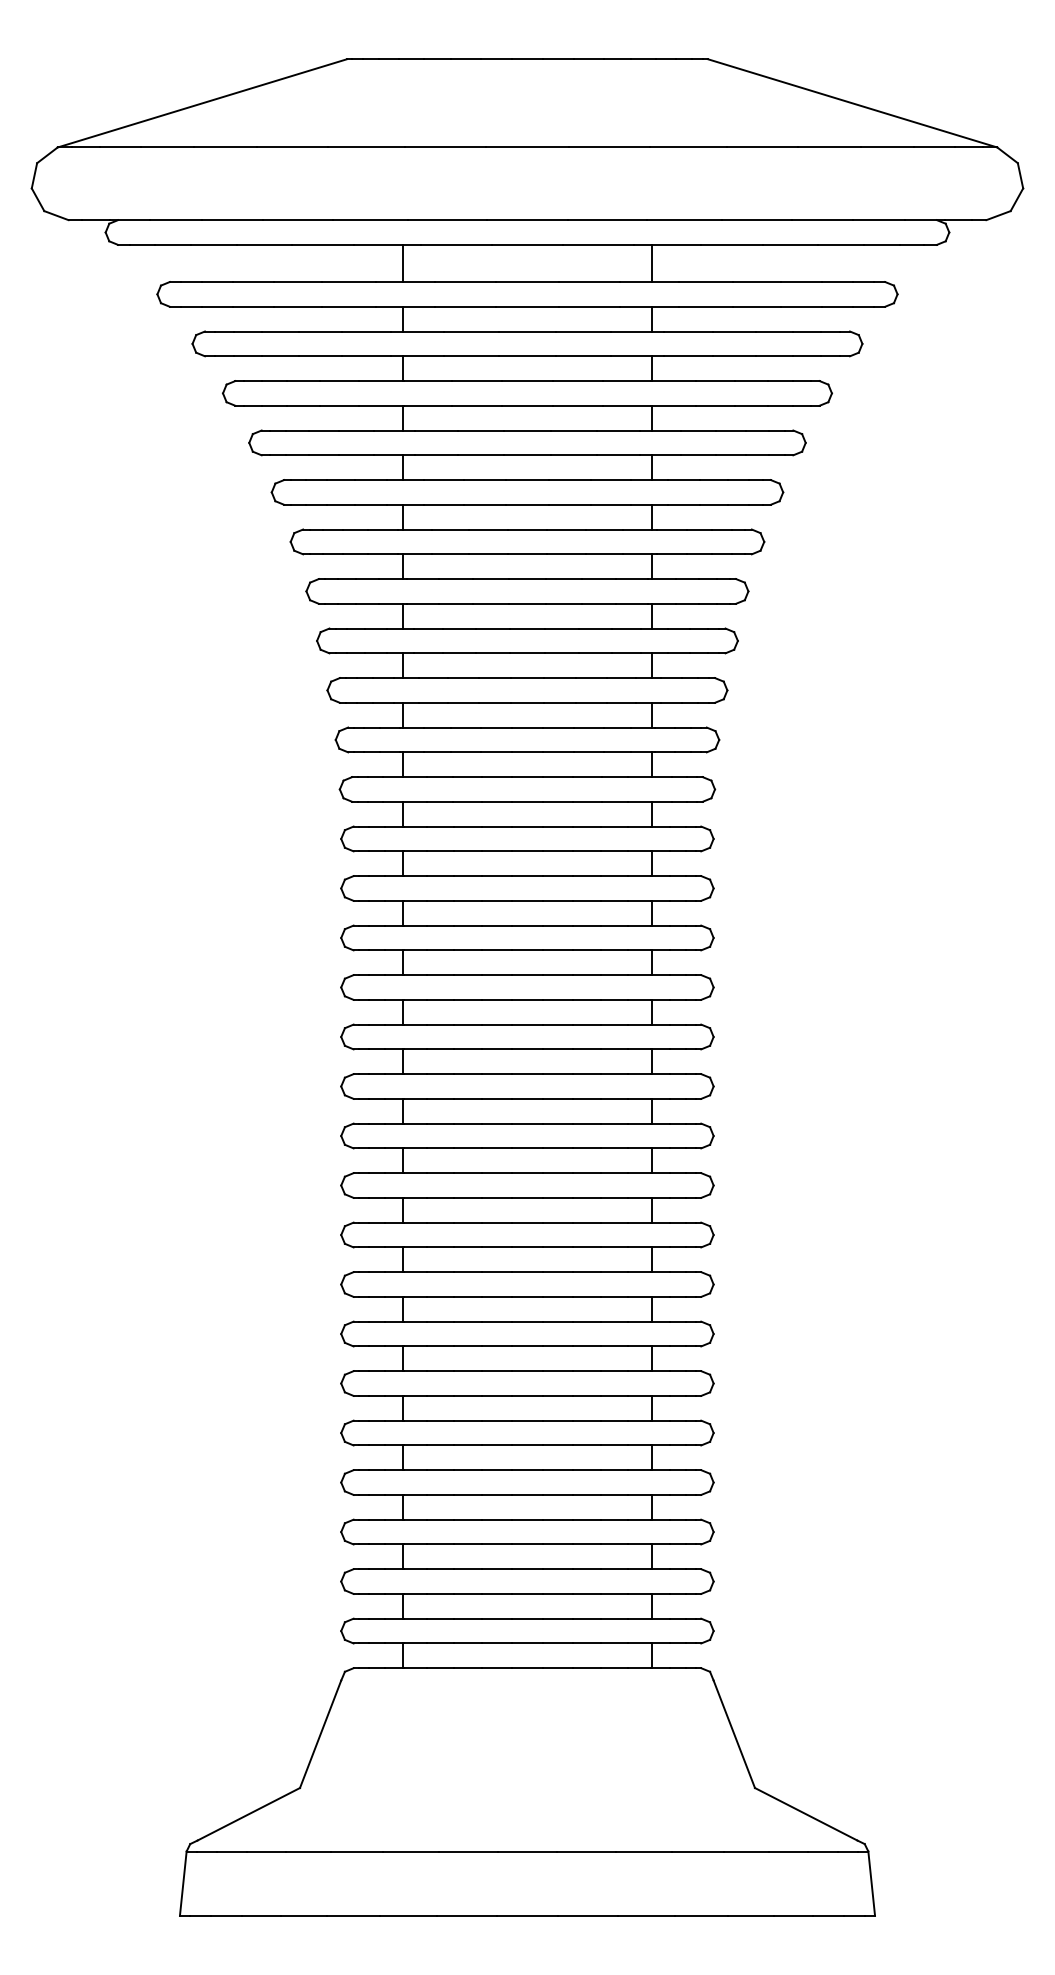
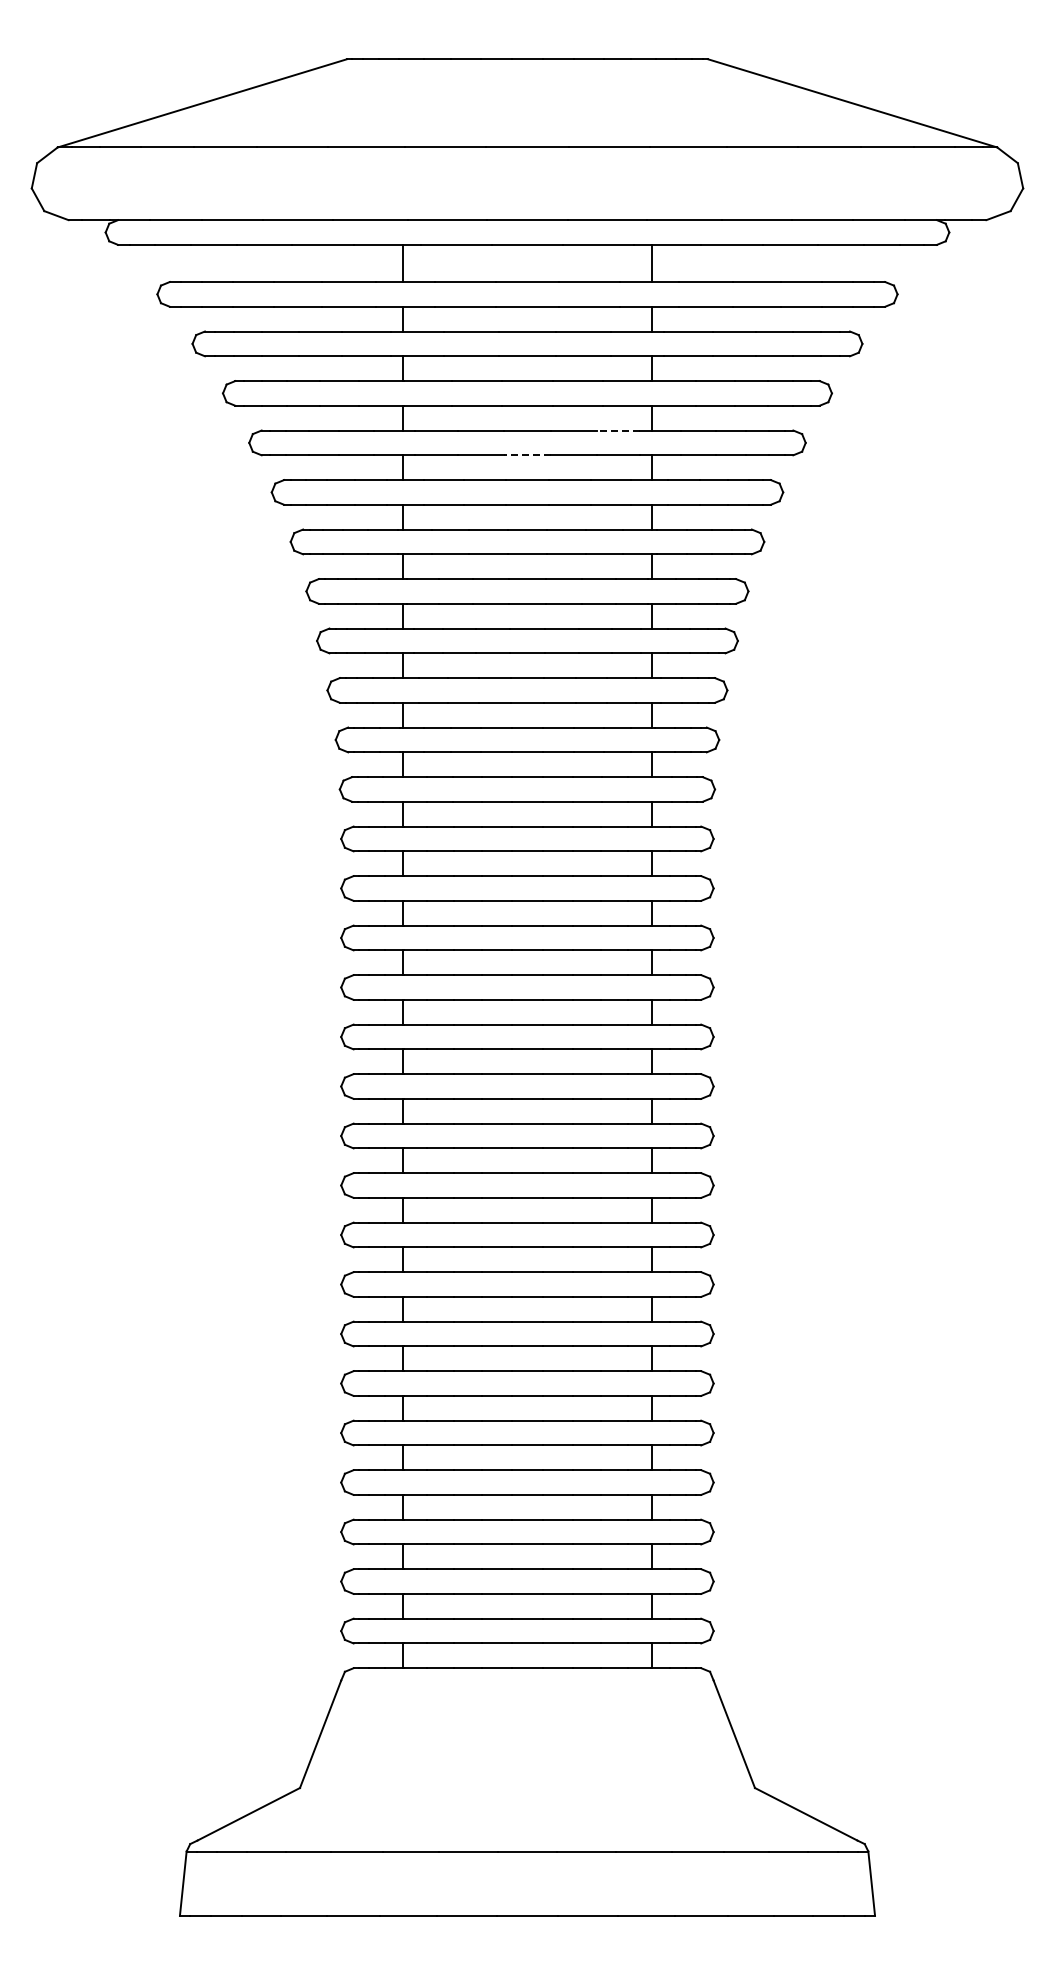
line at (618, 430): solid -> dashed
line at (527, 455): solid -> dashed
